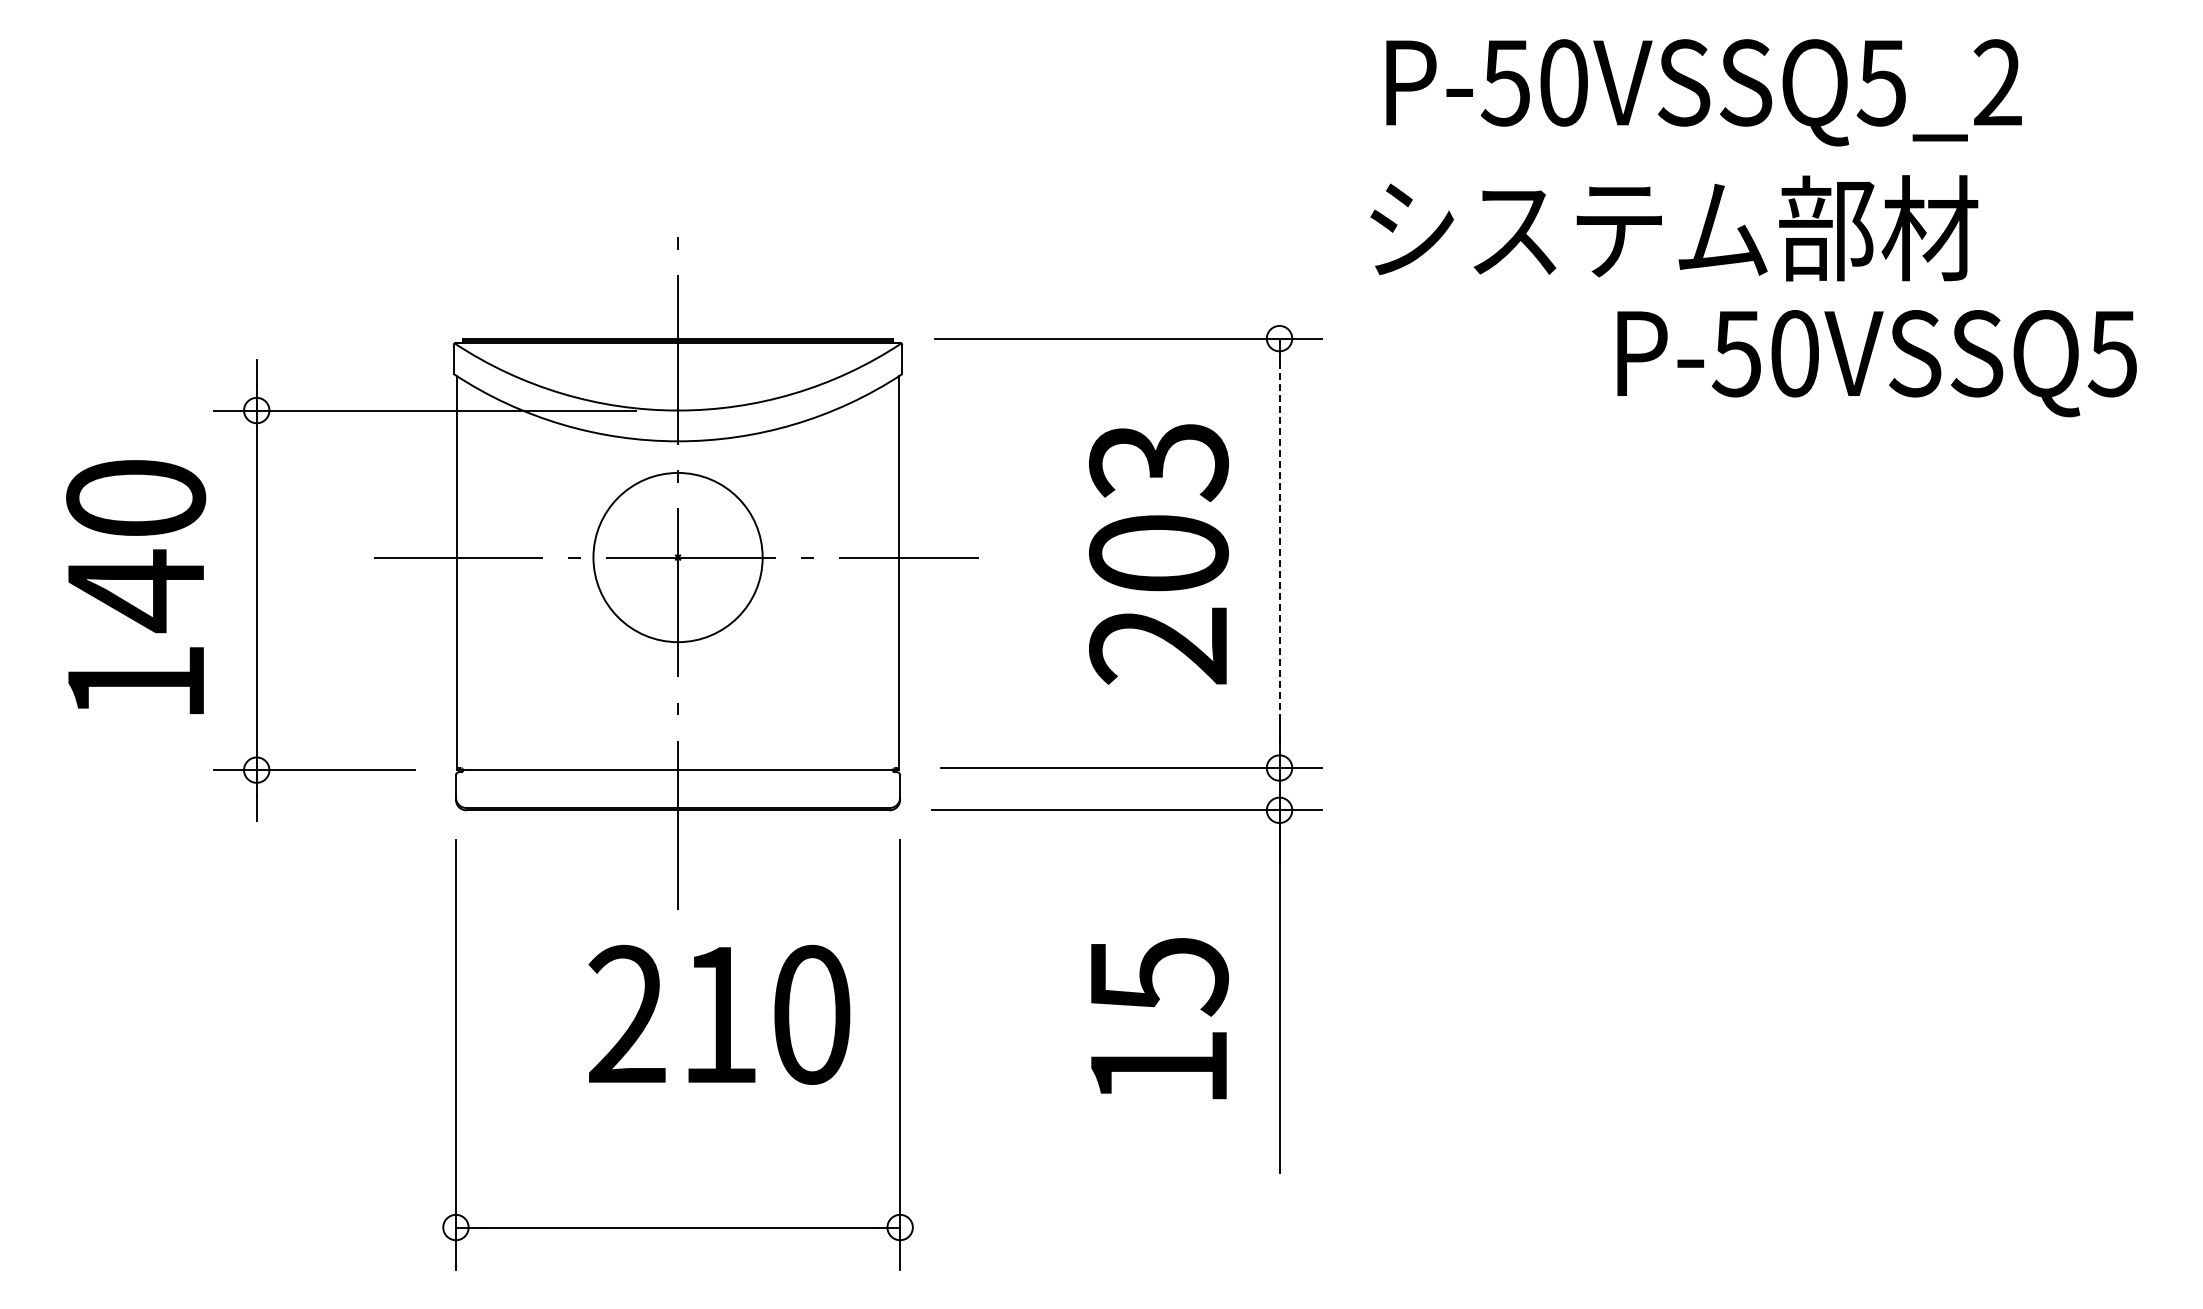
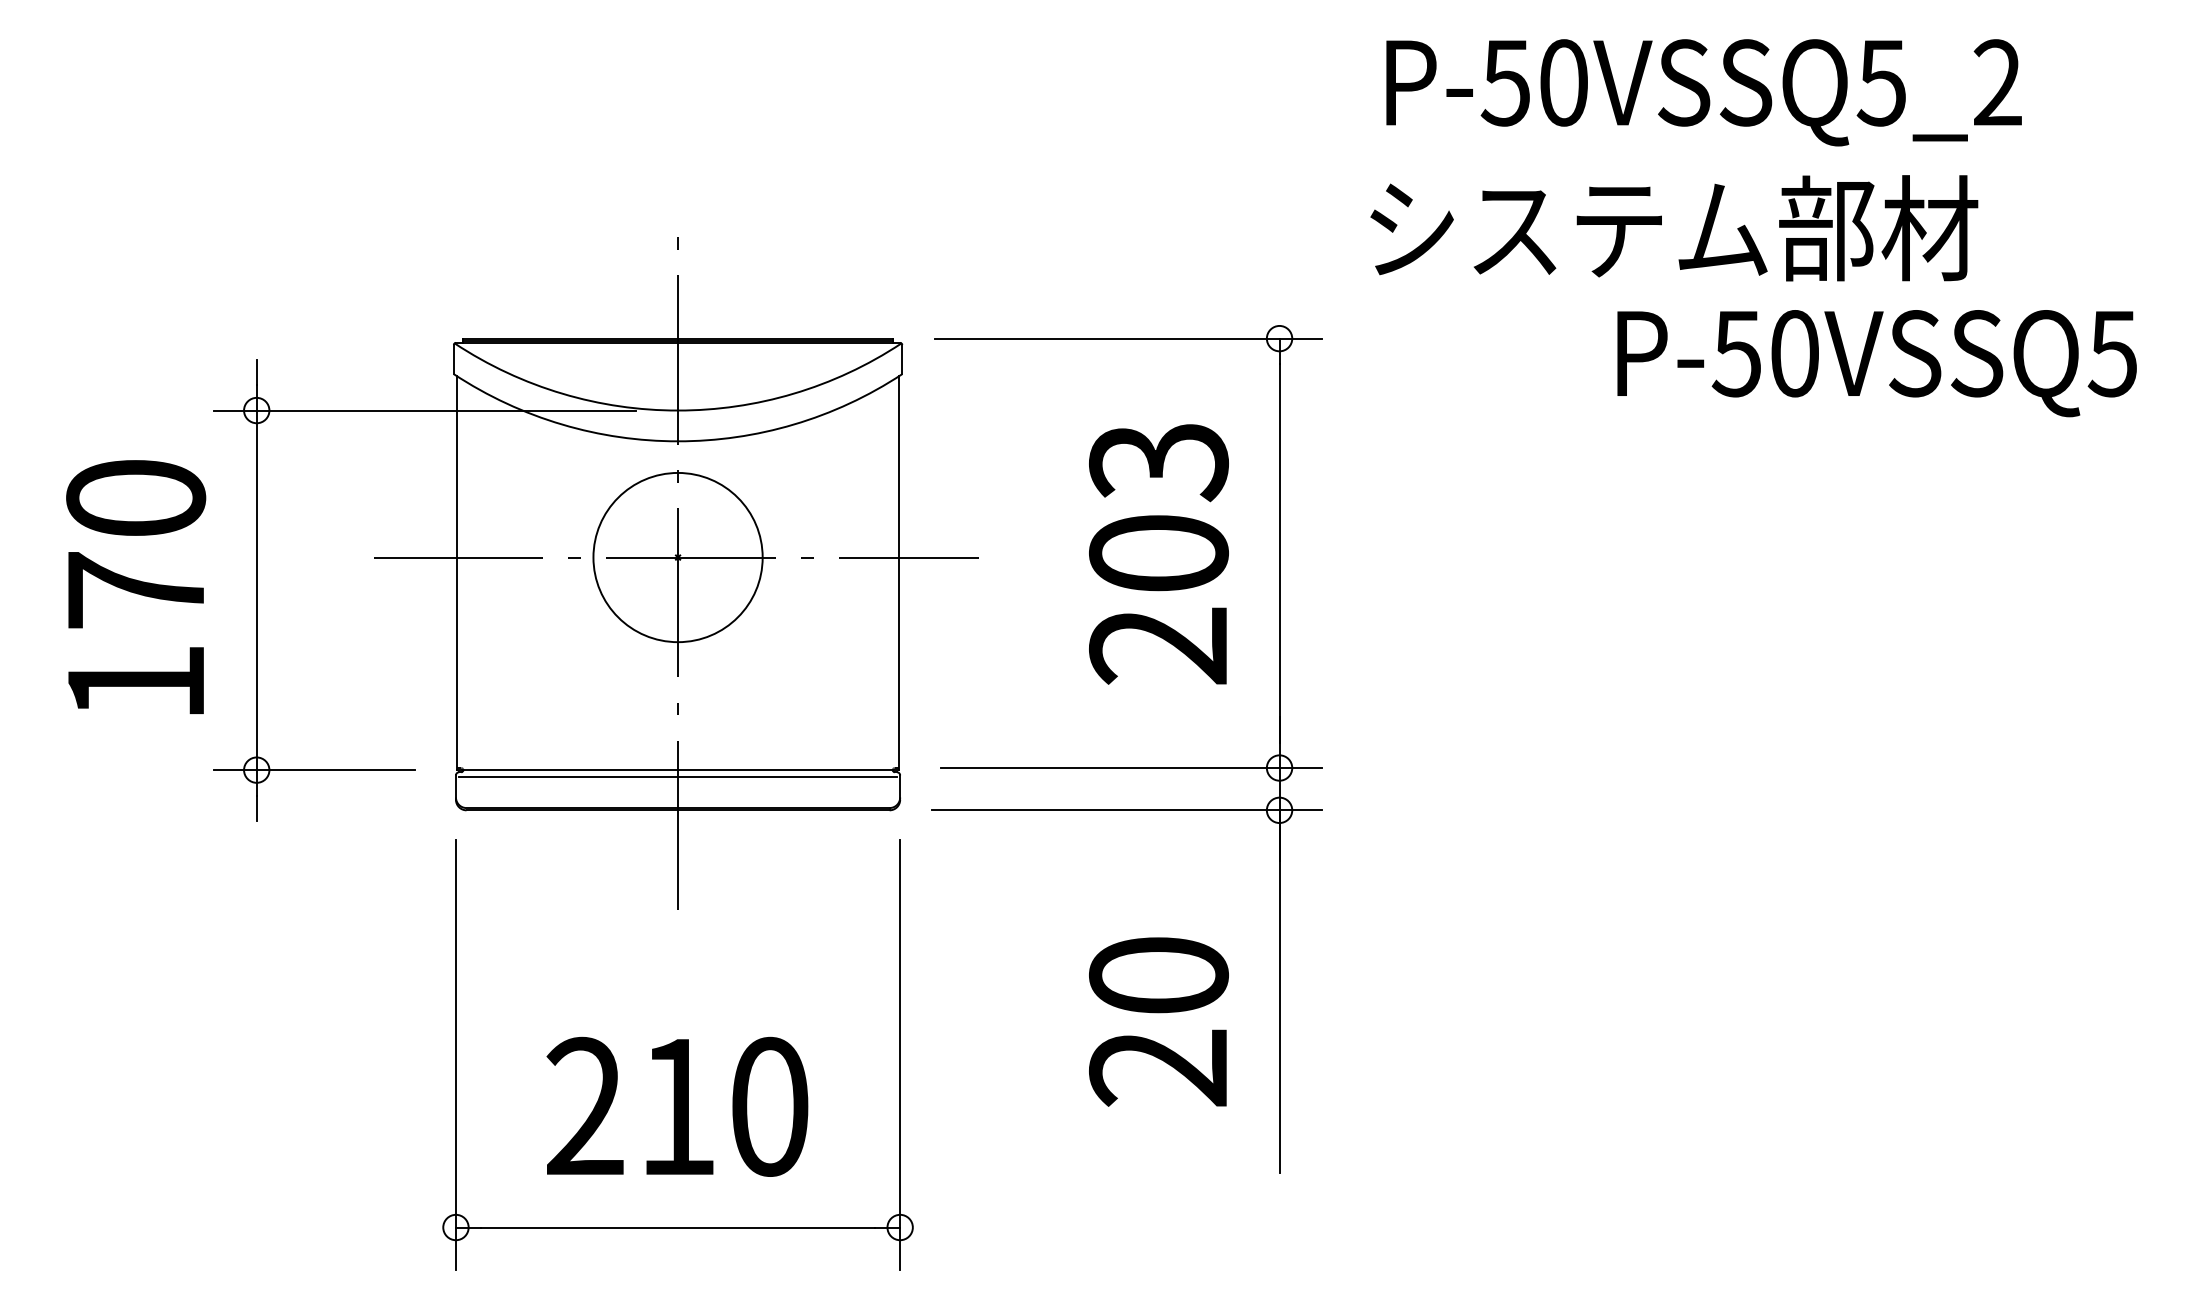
line at (1279, 552): dashed -> solid
text at (135, 591): 140 -> 170
line at (678, 777): none -> present
text at (719, 1014) position: (719, 1014) -> (677, 1106)
text at (1158, 1021): 15 -> 20
